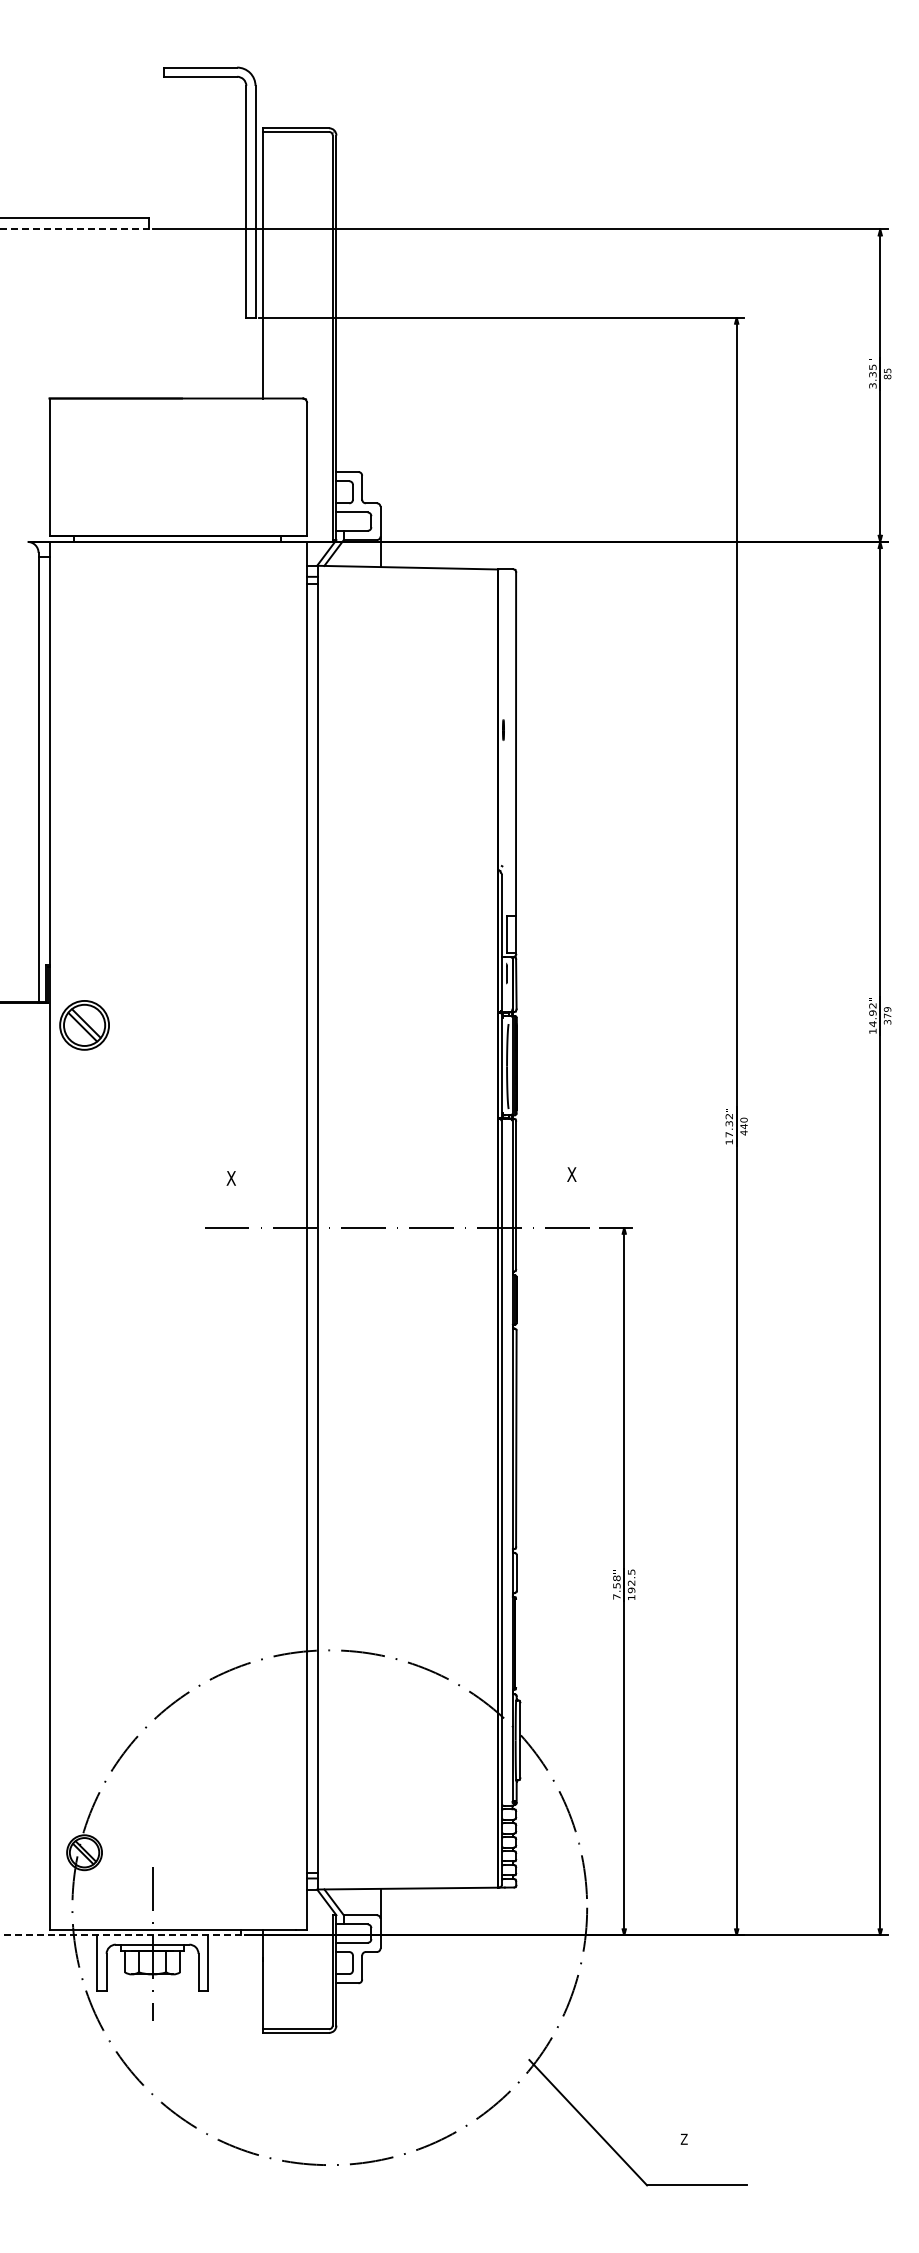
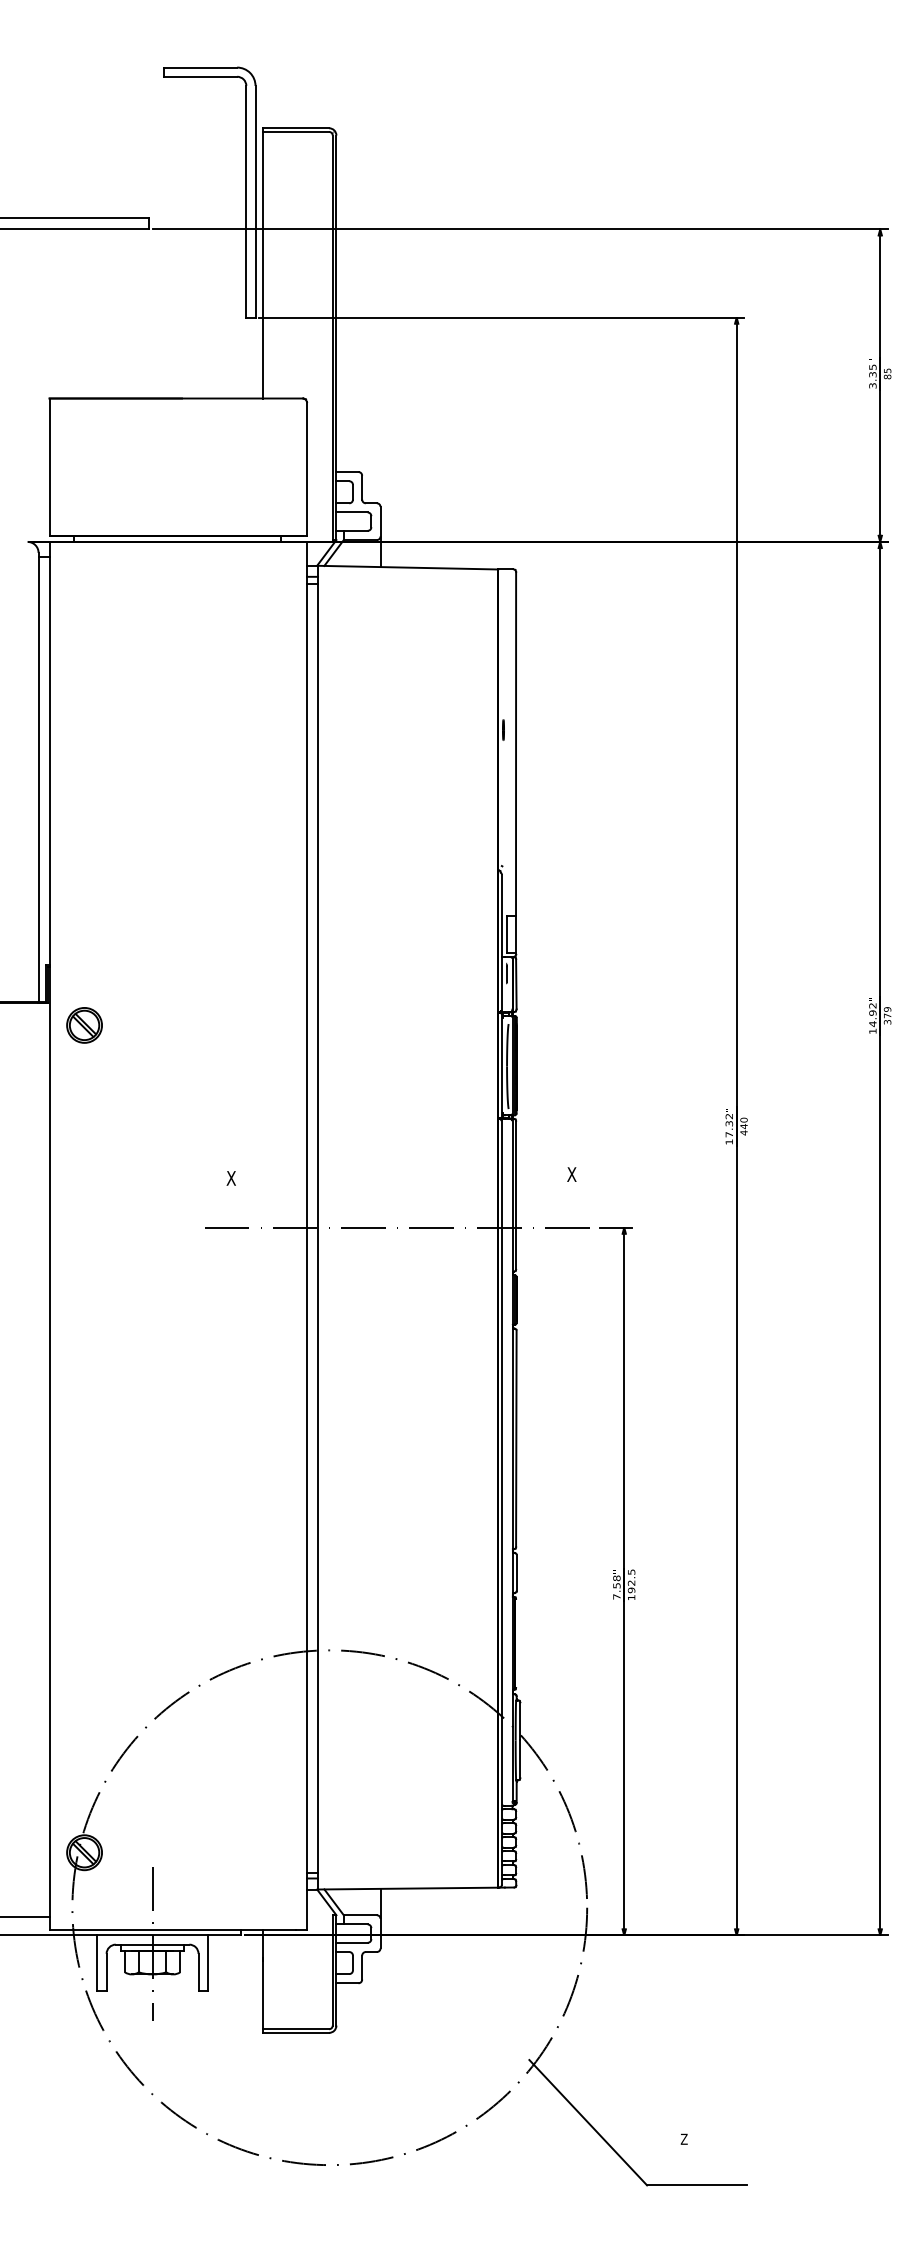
line at (74, 229): dashed -> solid
part at (84, 1025) size: 51x51 px -> 37x37 px
line at (25, 1917): none -> present
line at (120, 1935): dashed -> solid
